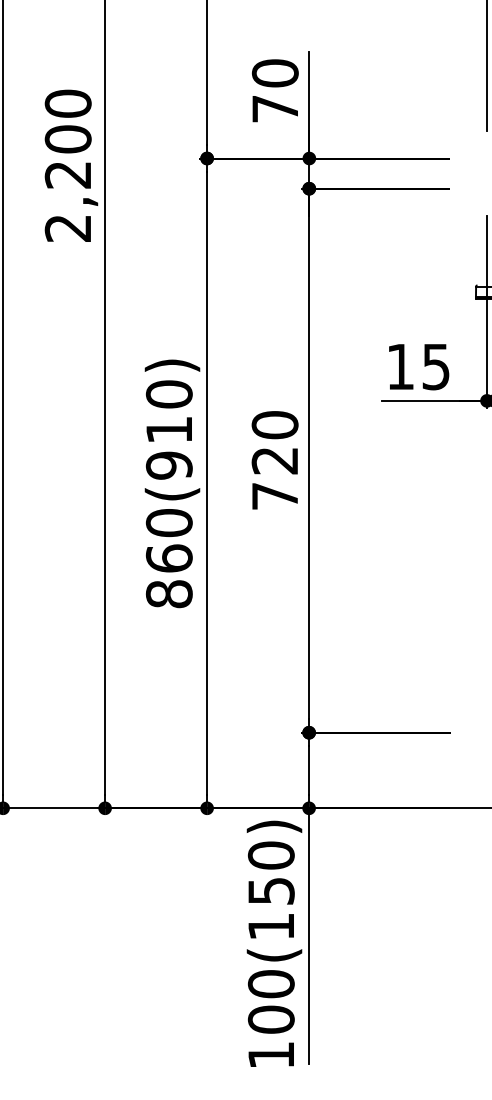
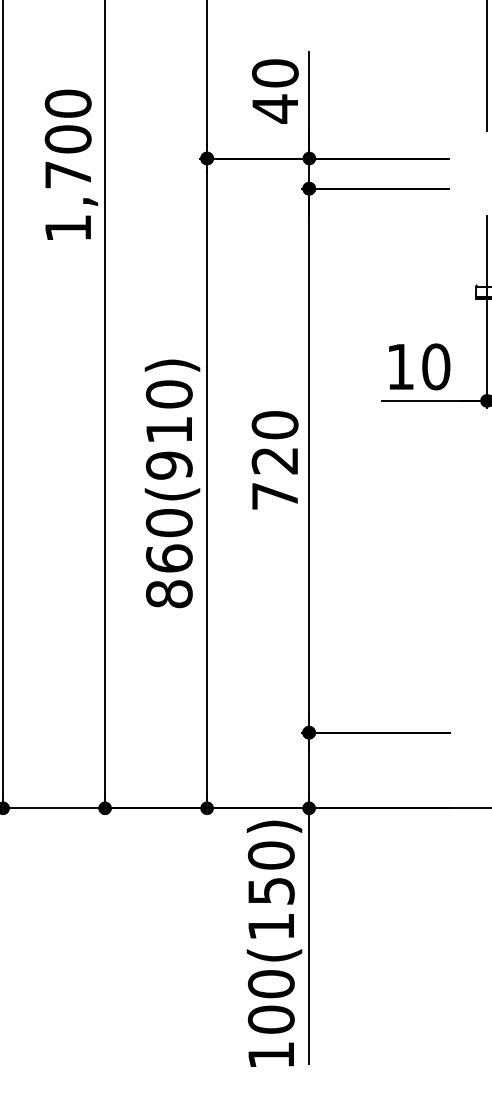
text at (274, 108): 70 -> 40
text at (67, 201): 2,200 -> 1,700
text at (436, 366): 15 -> 10
